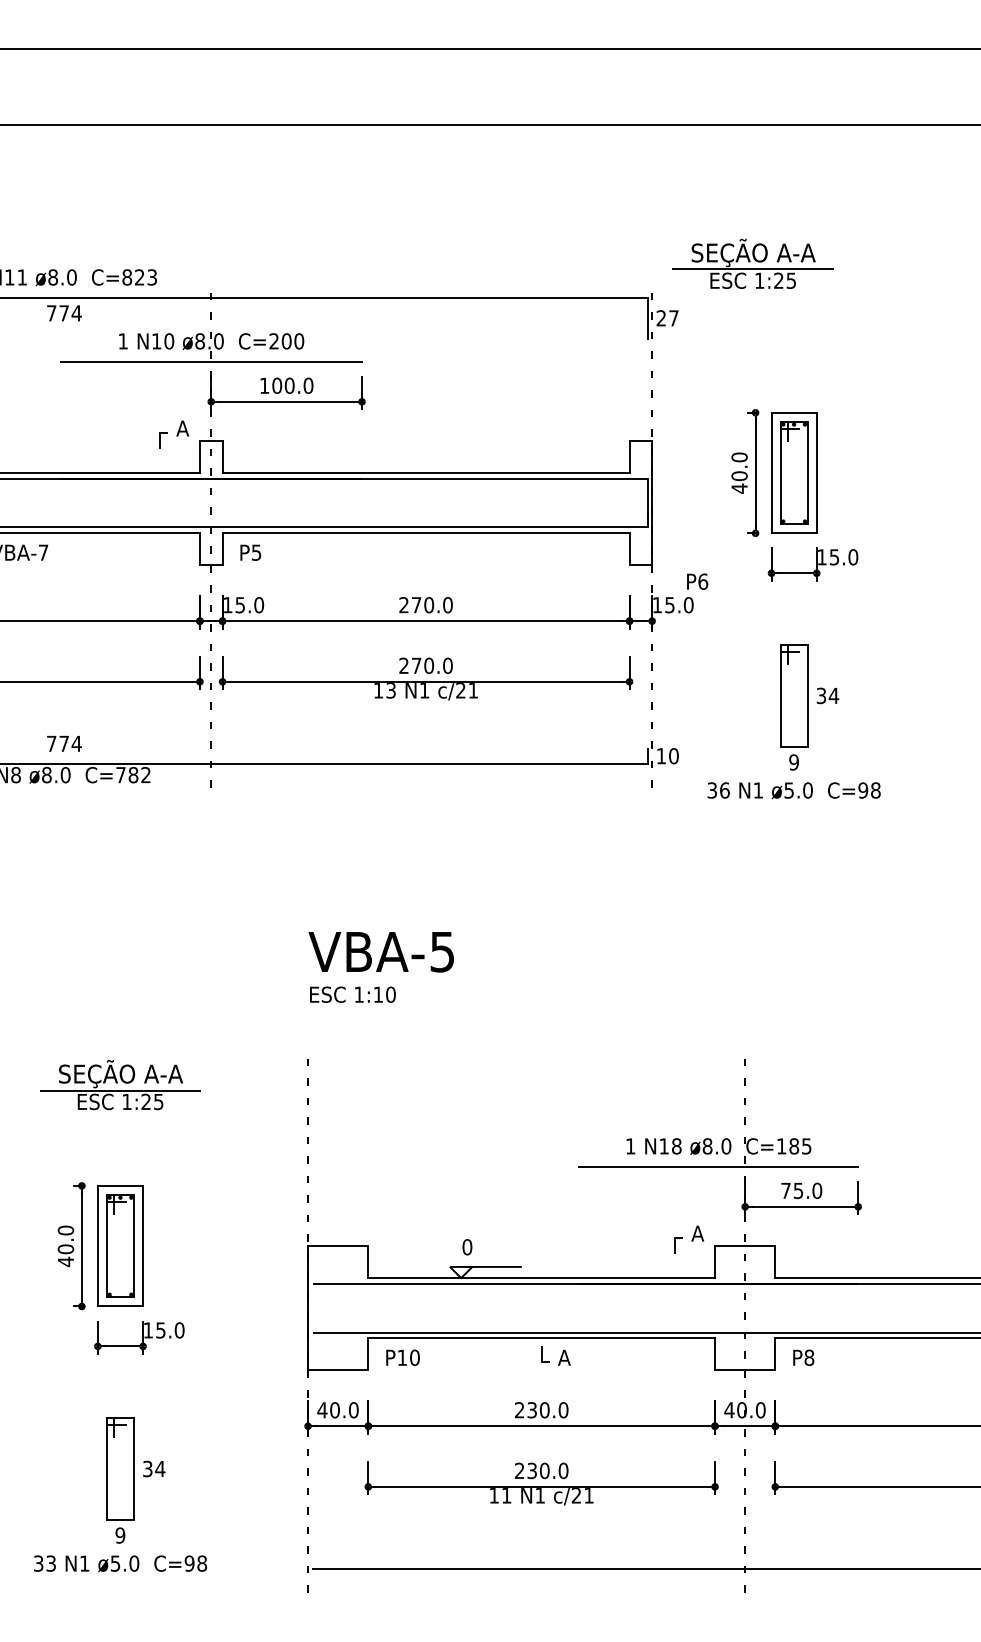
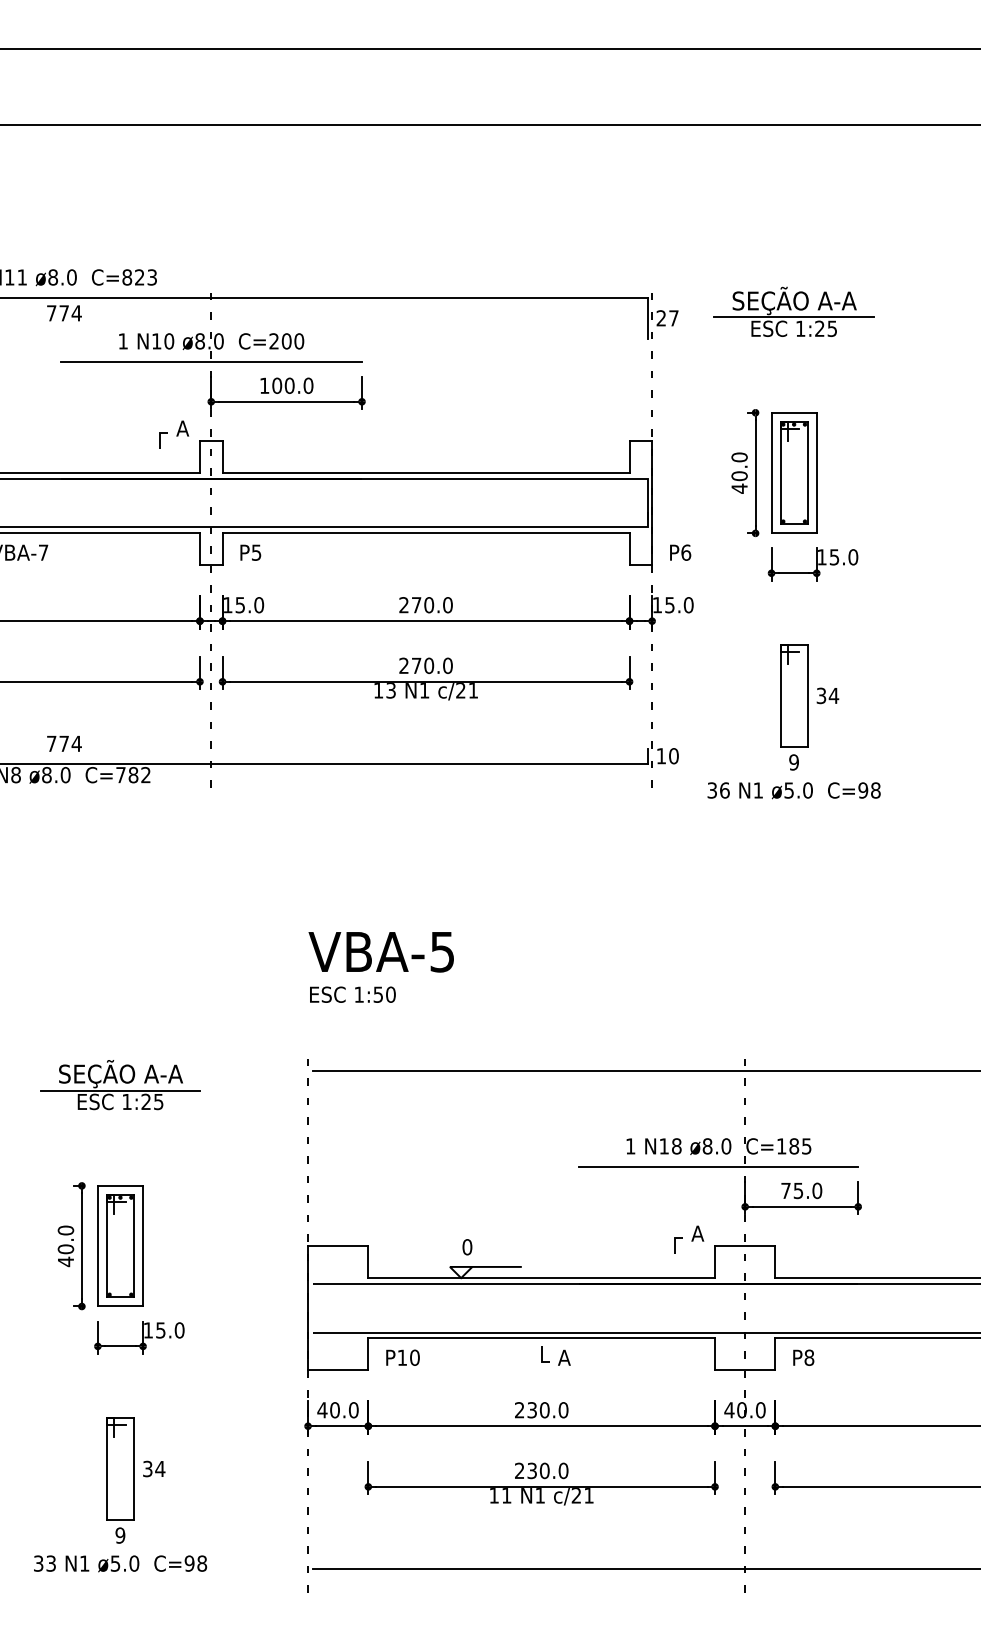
part at (752, 263) position: (752, 263) -> (793, 311)
text at (697, 581) position: (697, 581) -> (680, 552)
text at (377, 994): 1:10 -> 1:50
line at (644, 1071): none -> present
